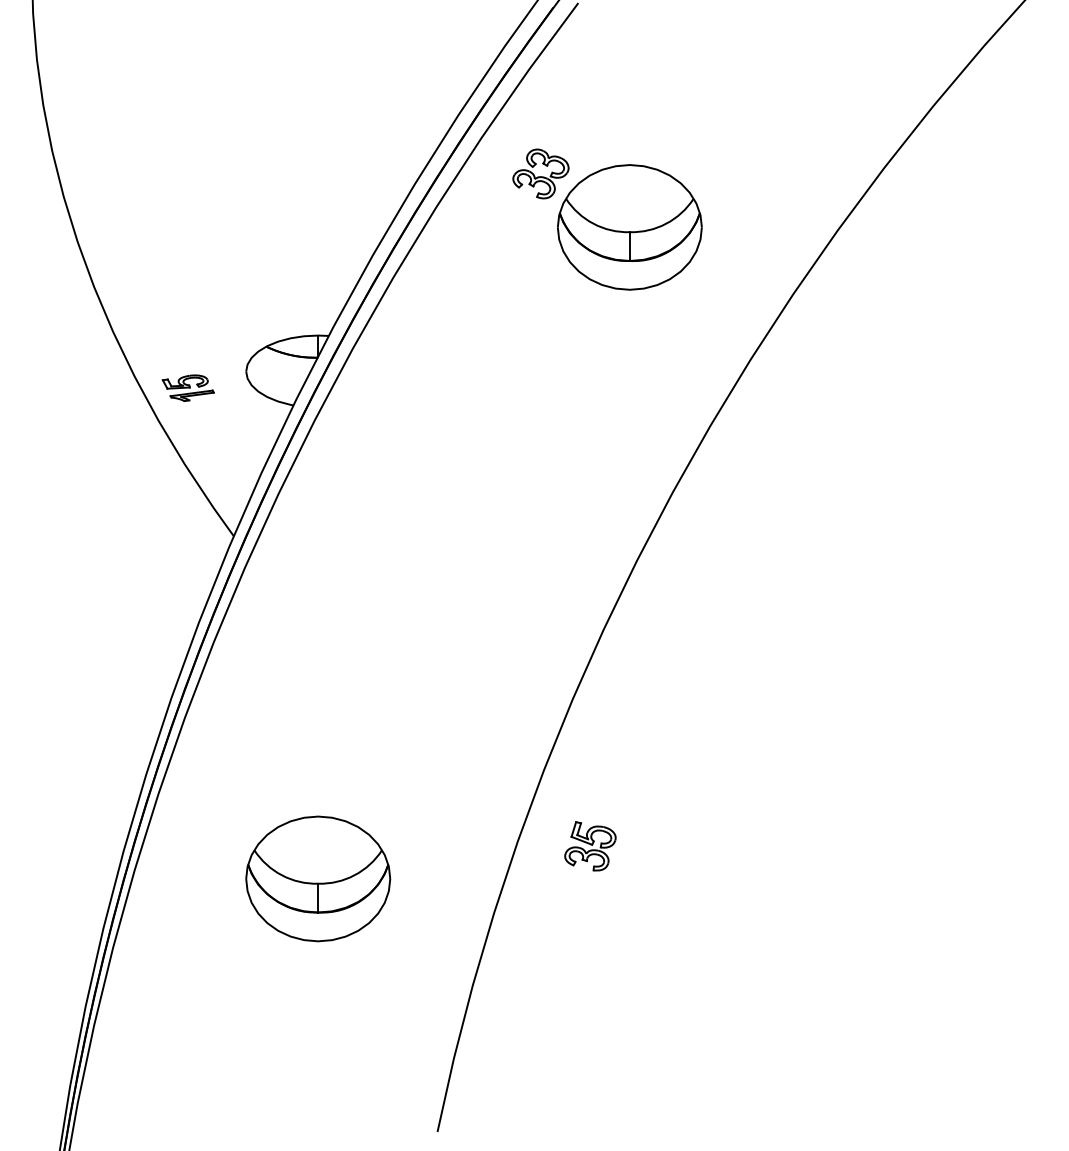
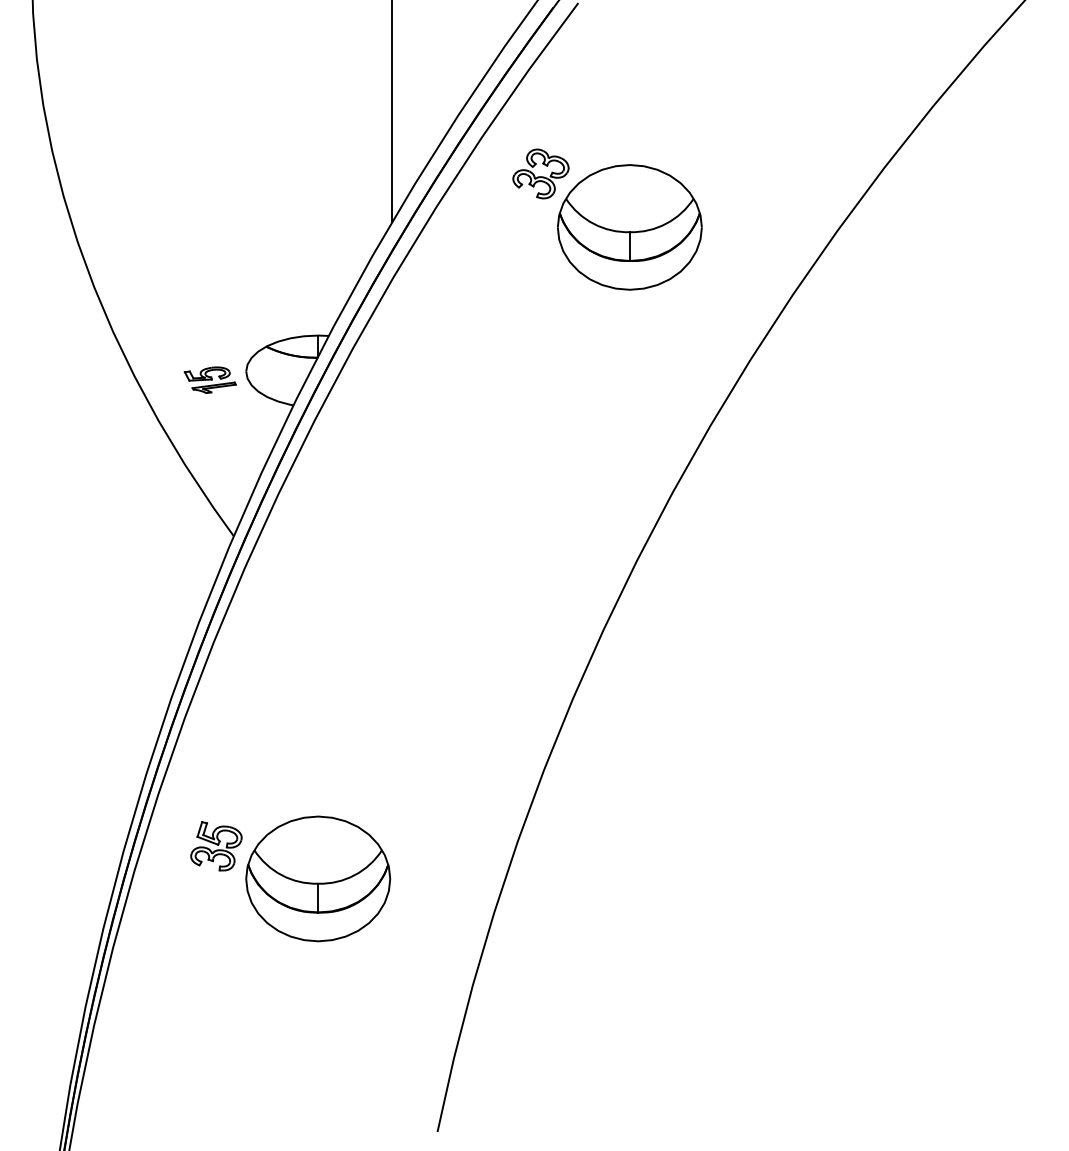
line at (392, 112): none -> present
part at (187, 387) position: (187, 387) -> (209, 379)
part at (590, 846) position: (590, 846) -> (216, 846)
